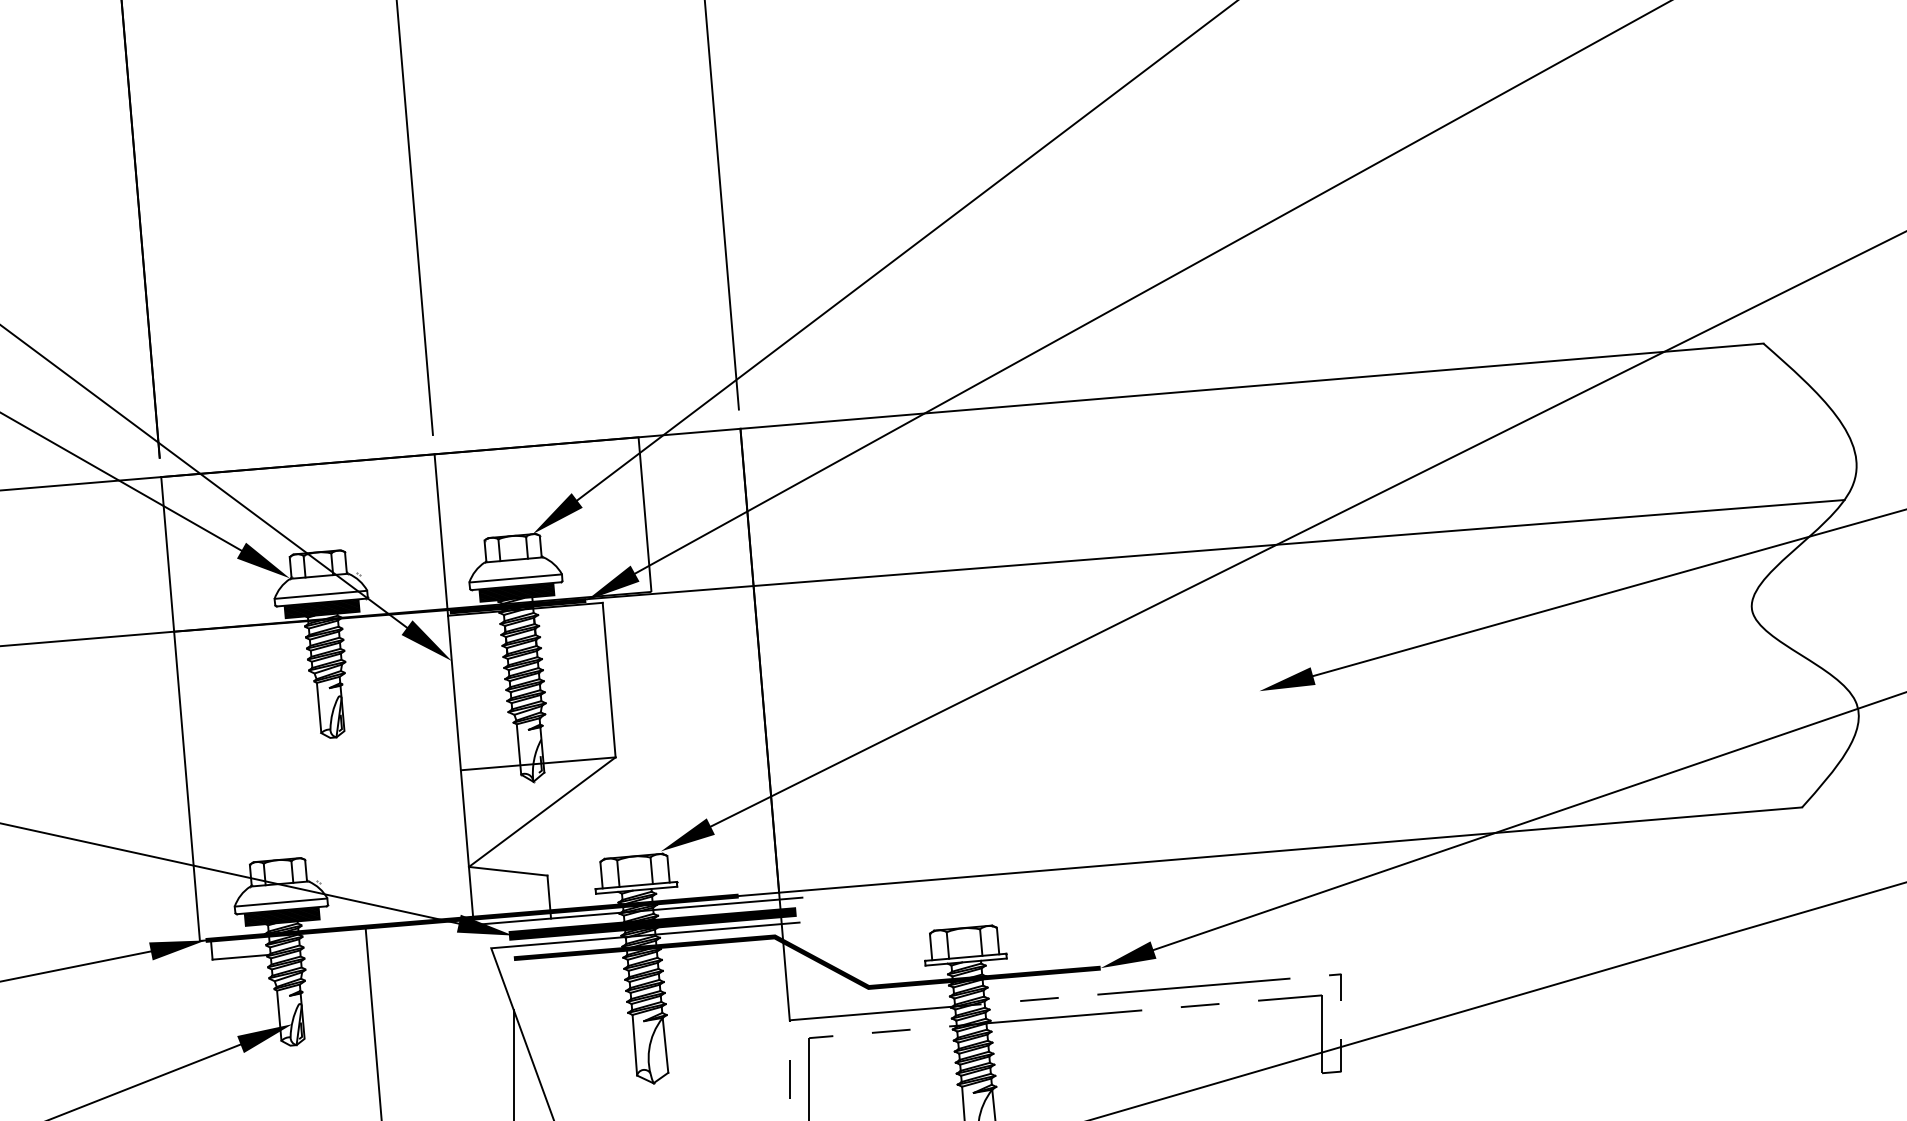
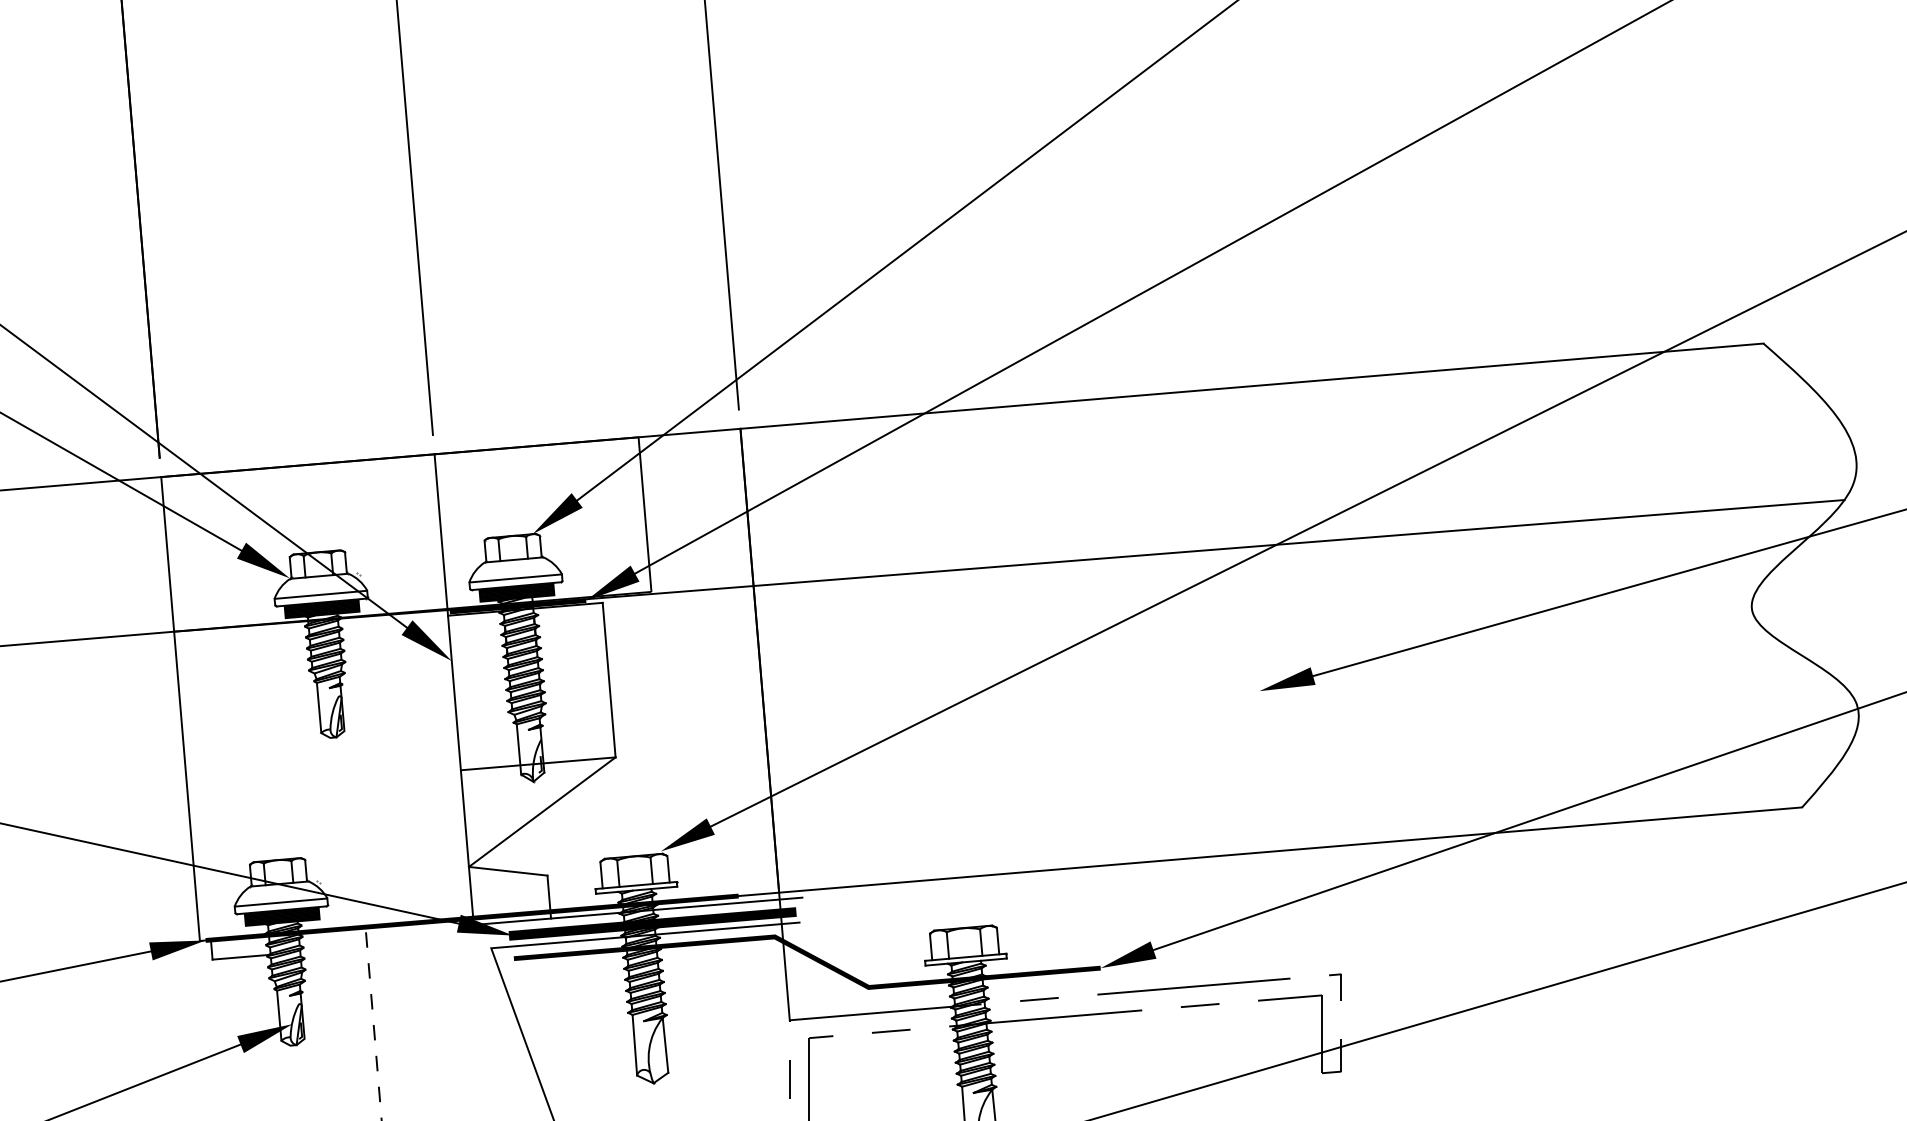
line at (373, 1024): solid -> dashed
line at (513, 1063): present -> none
